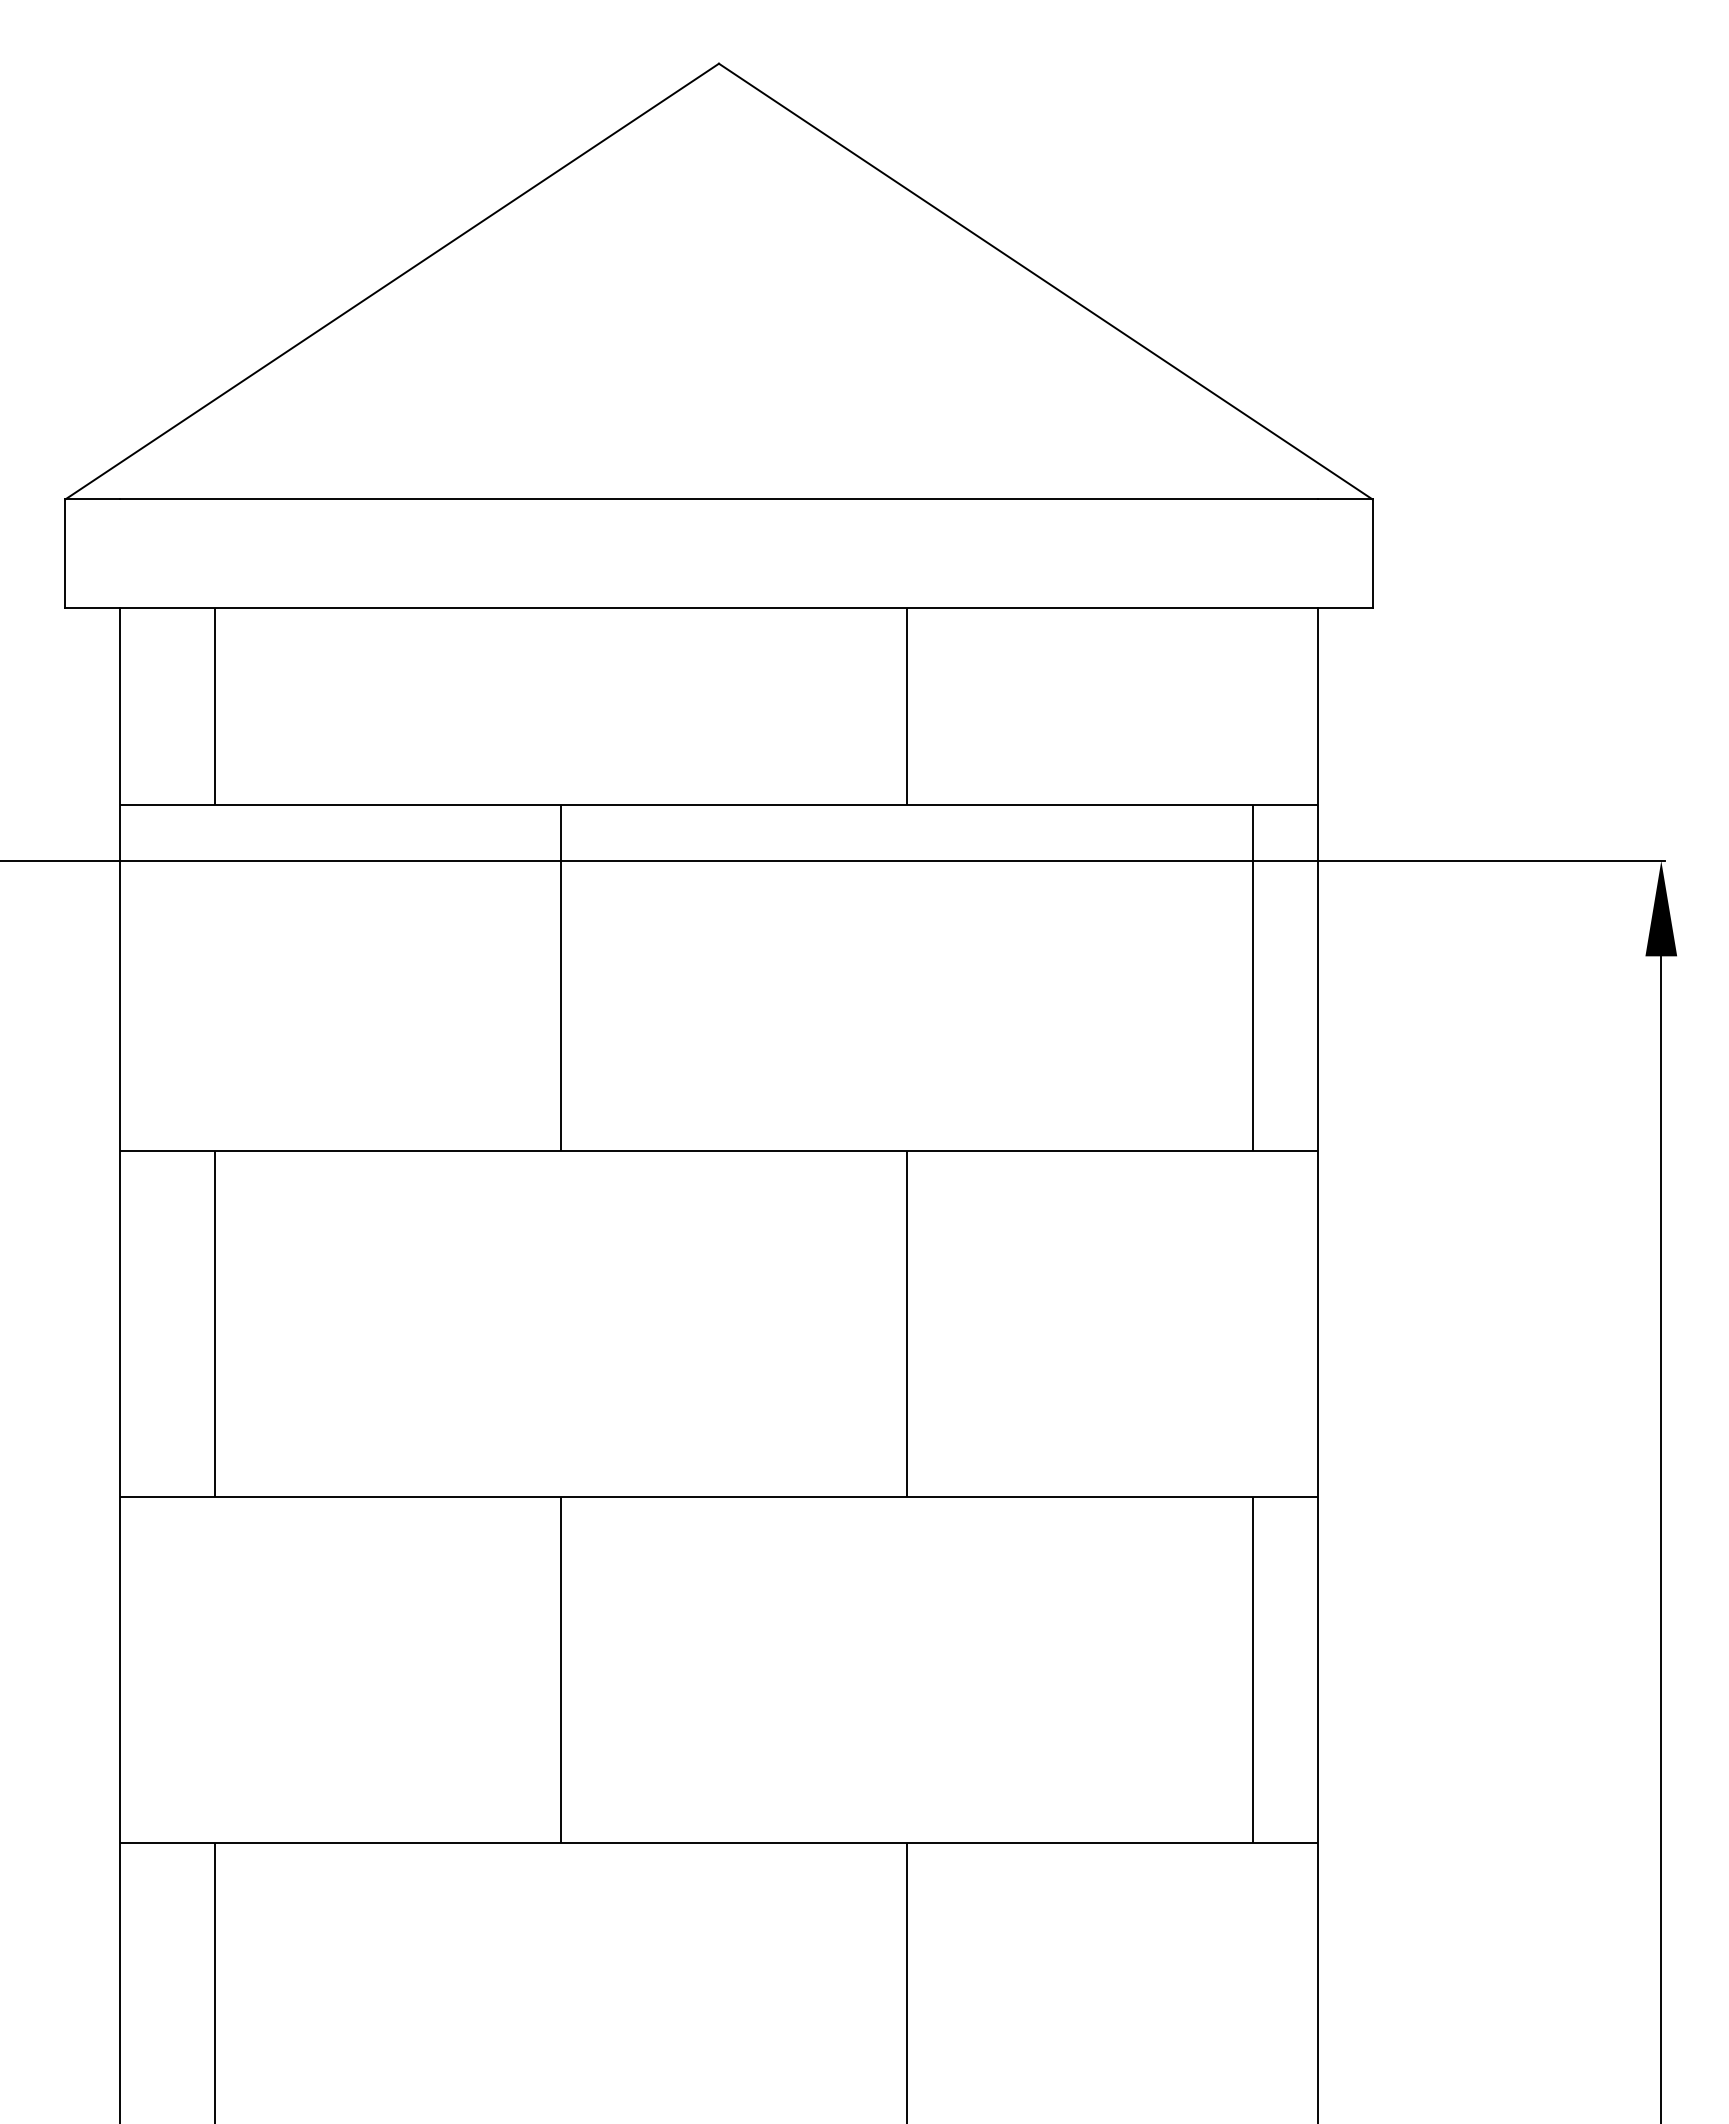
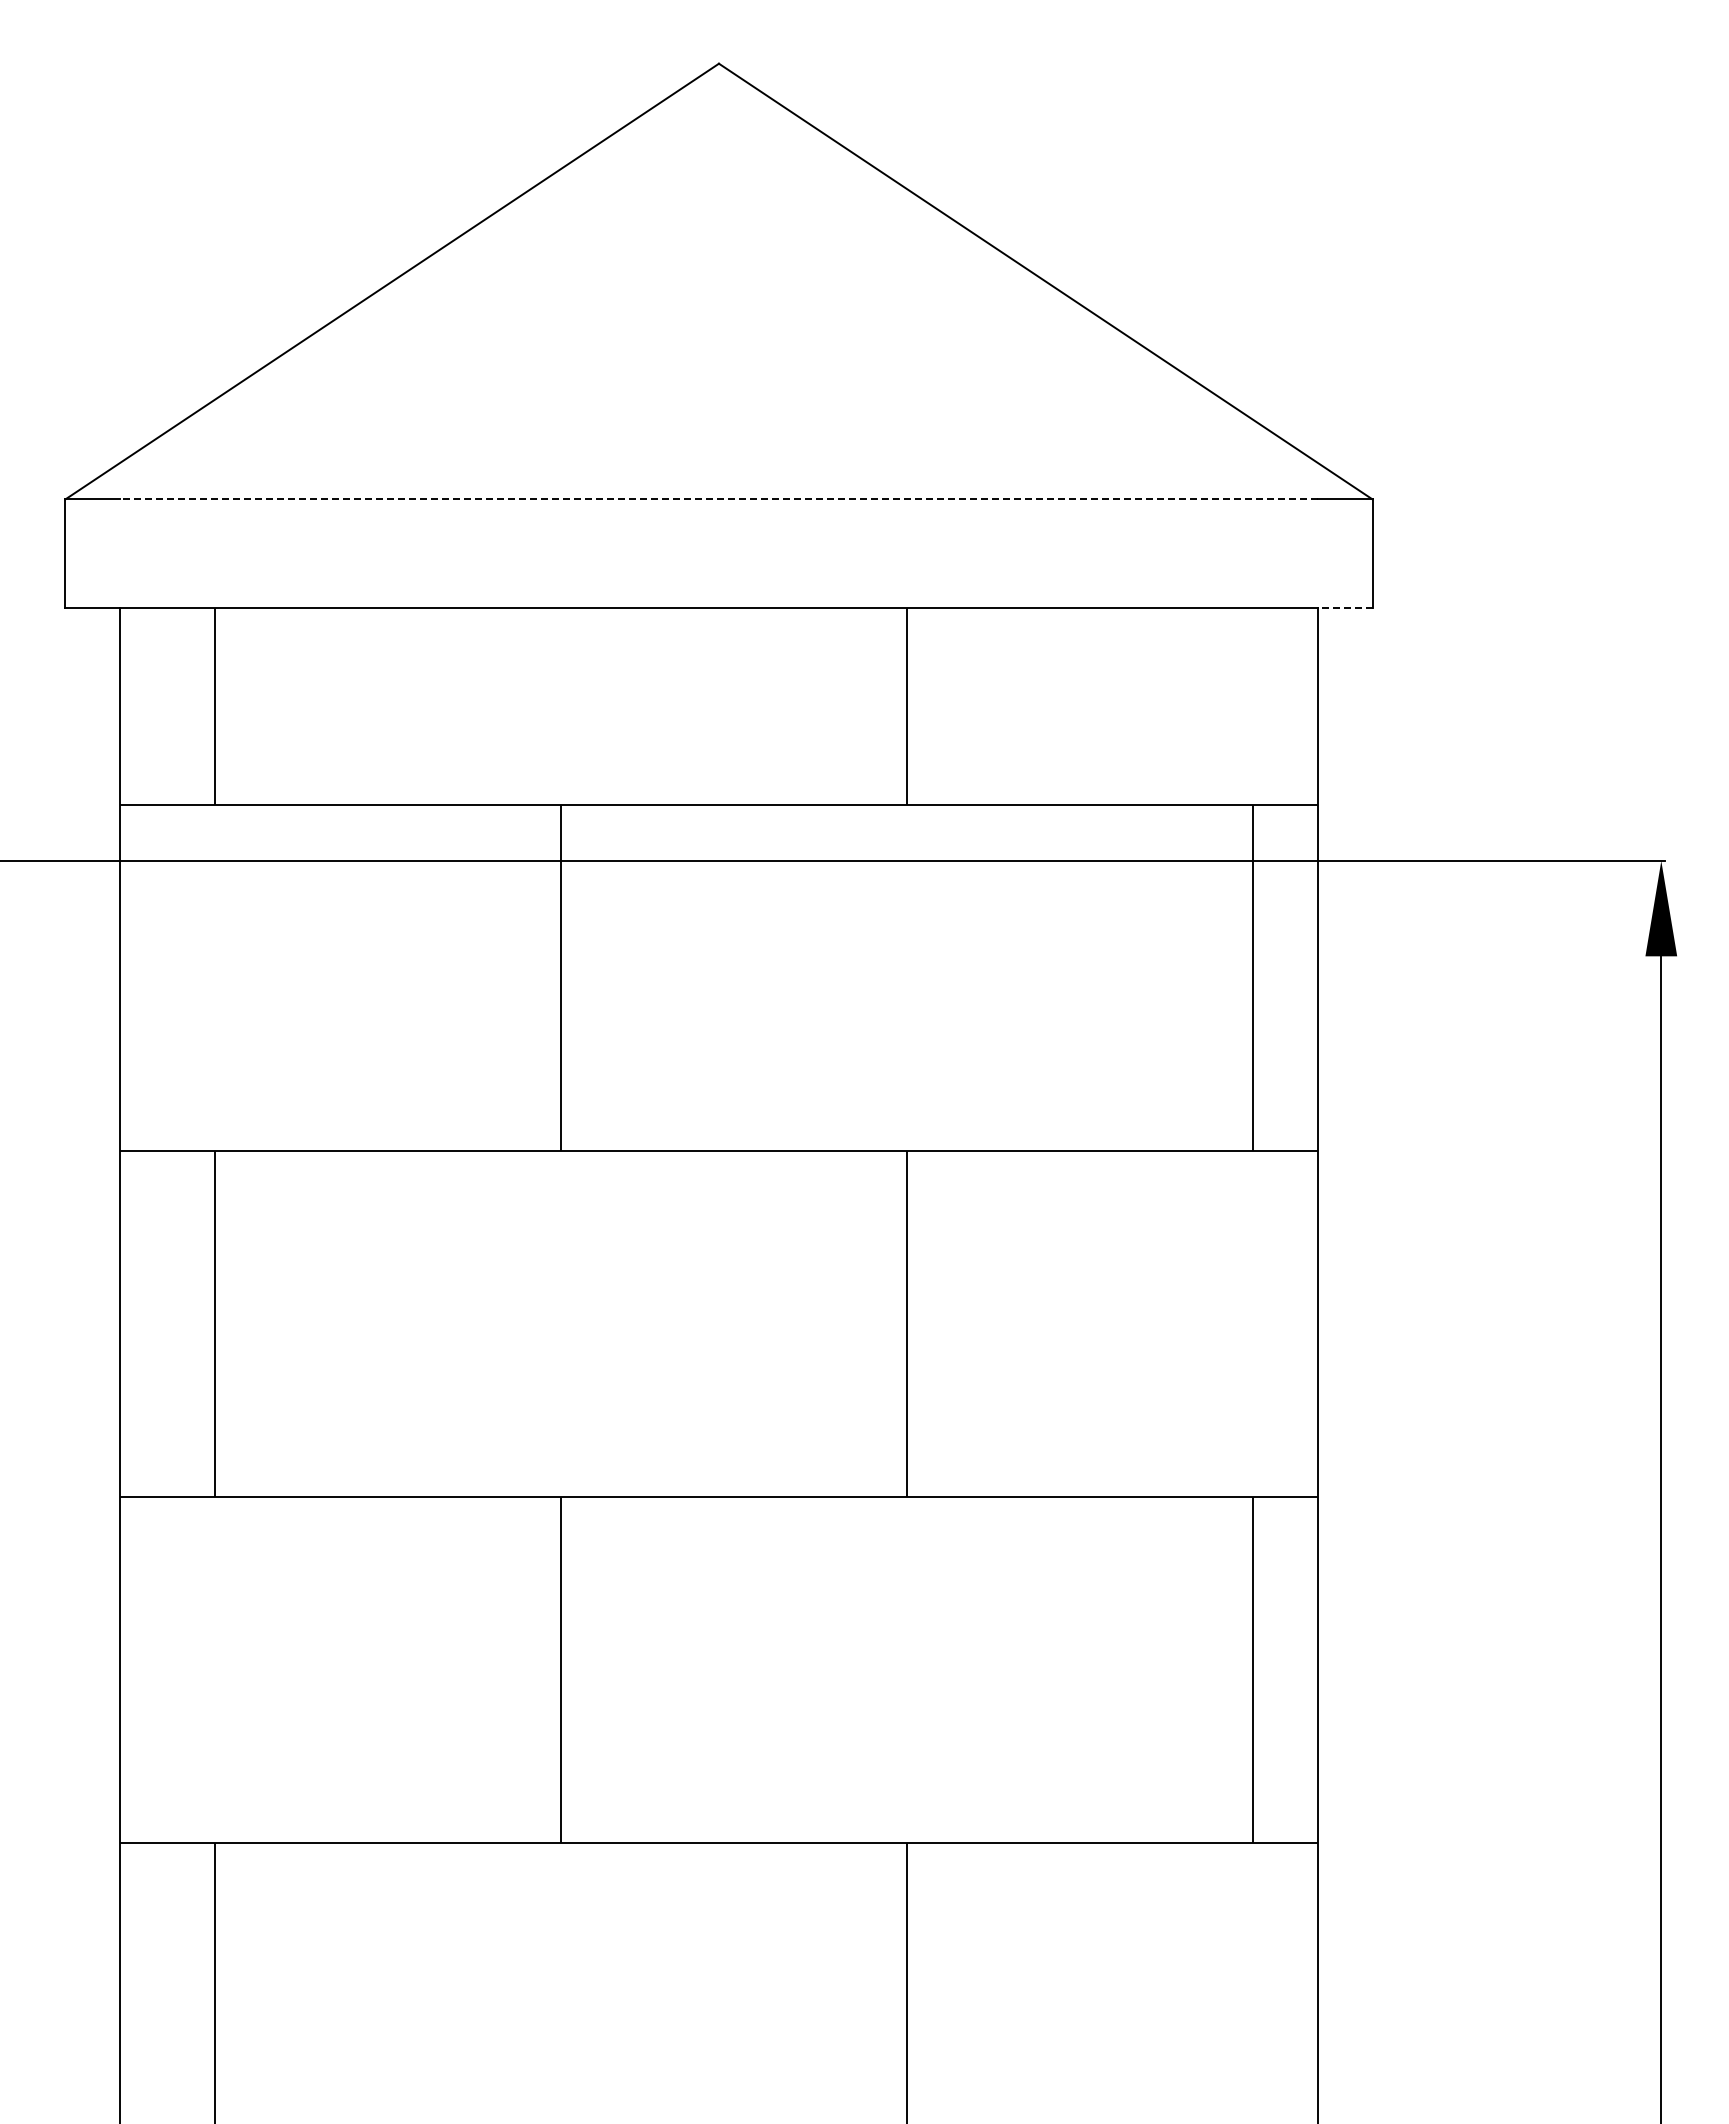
line at (718, 499): solid -> dashed
line at (1344, 608): solid -> dashed
